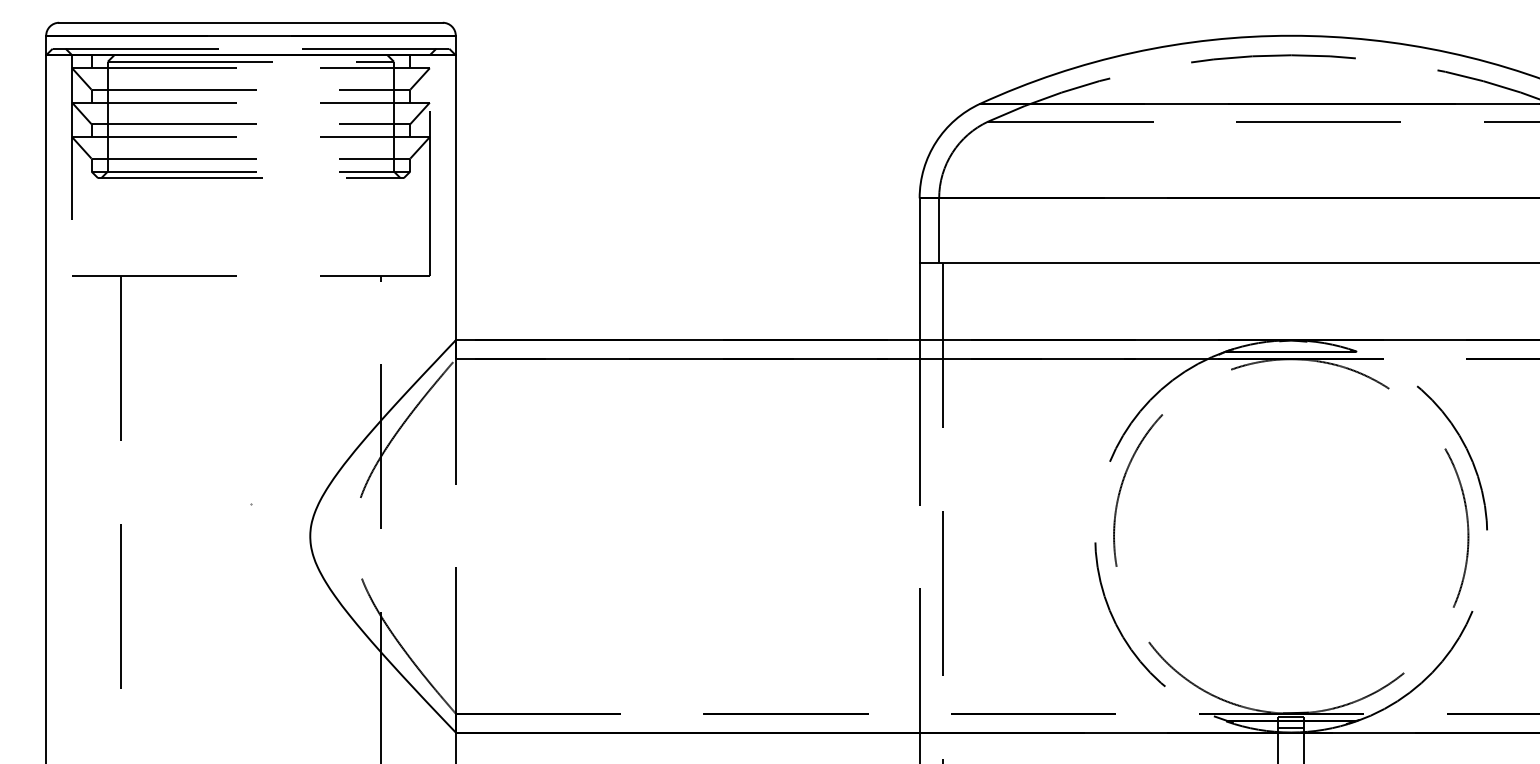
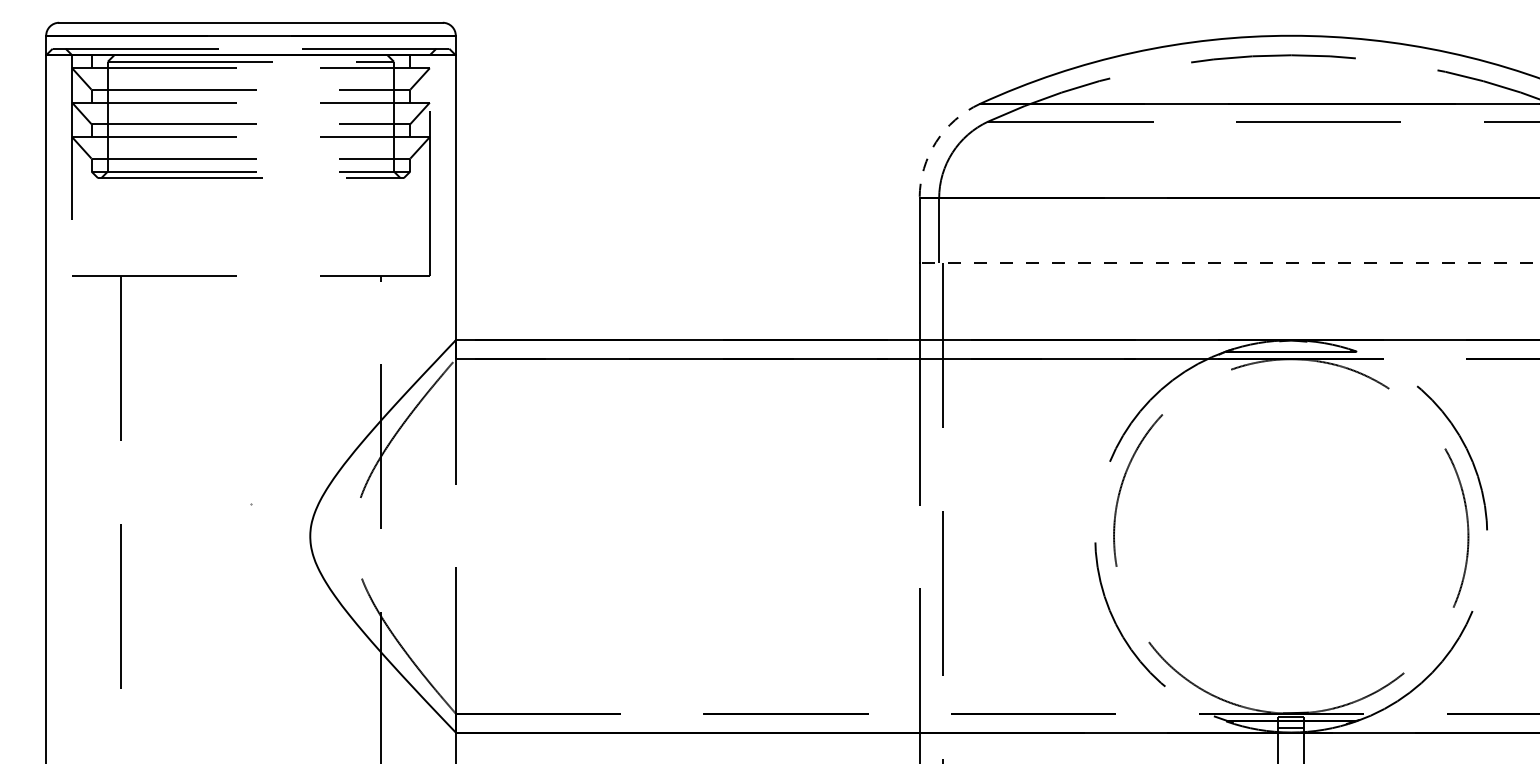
arc at (936, 142): solid -> dashed
line at (1229, 263): solid -> dashed
